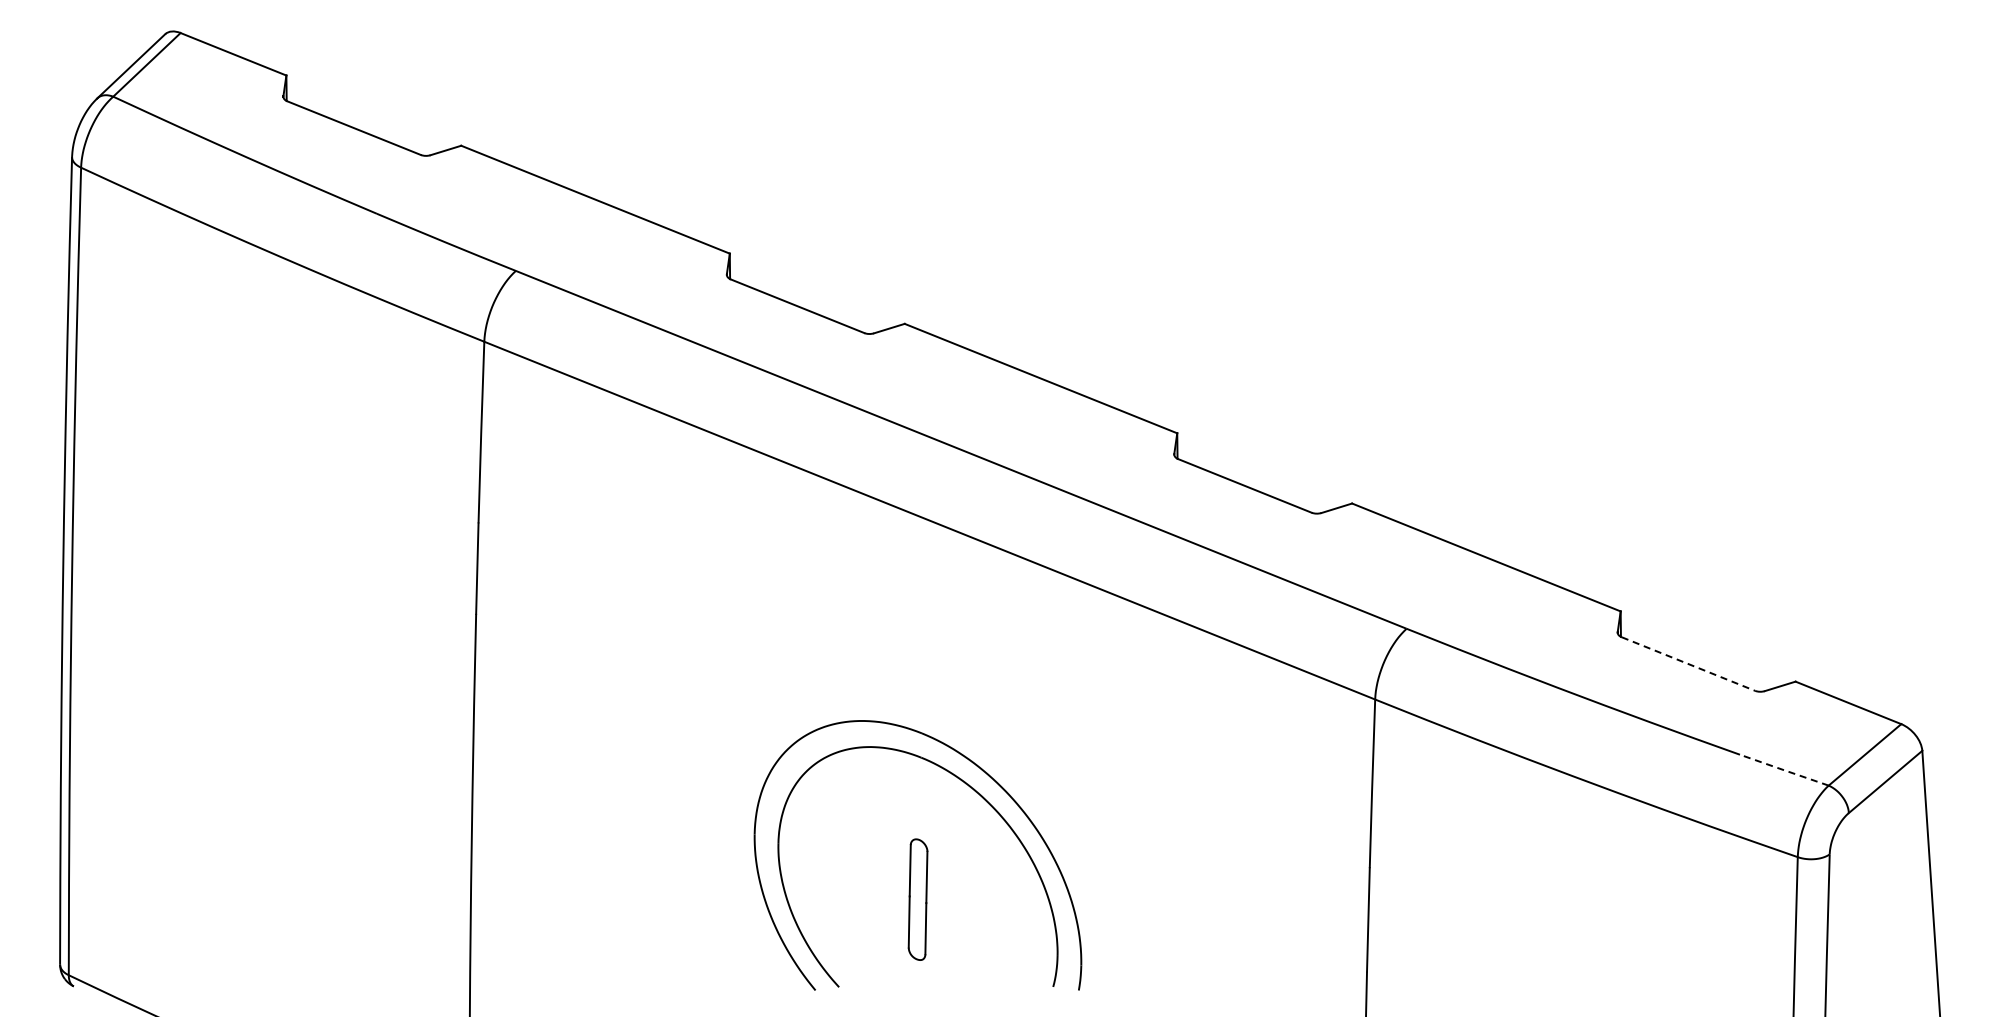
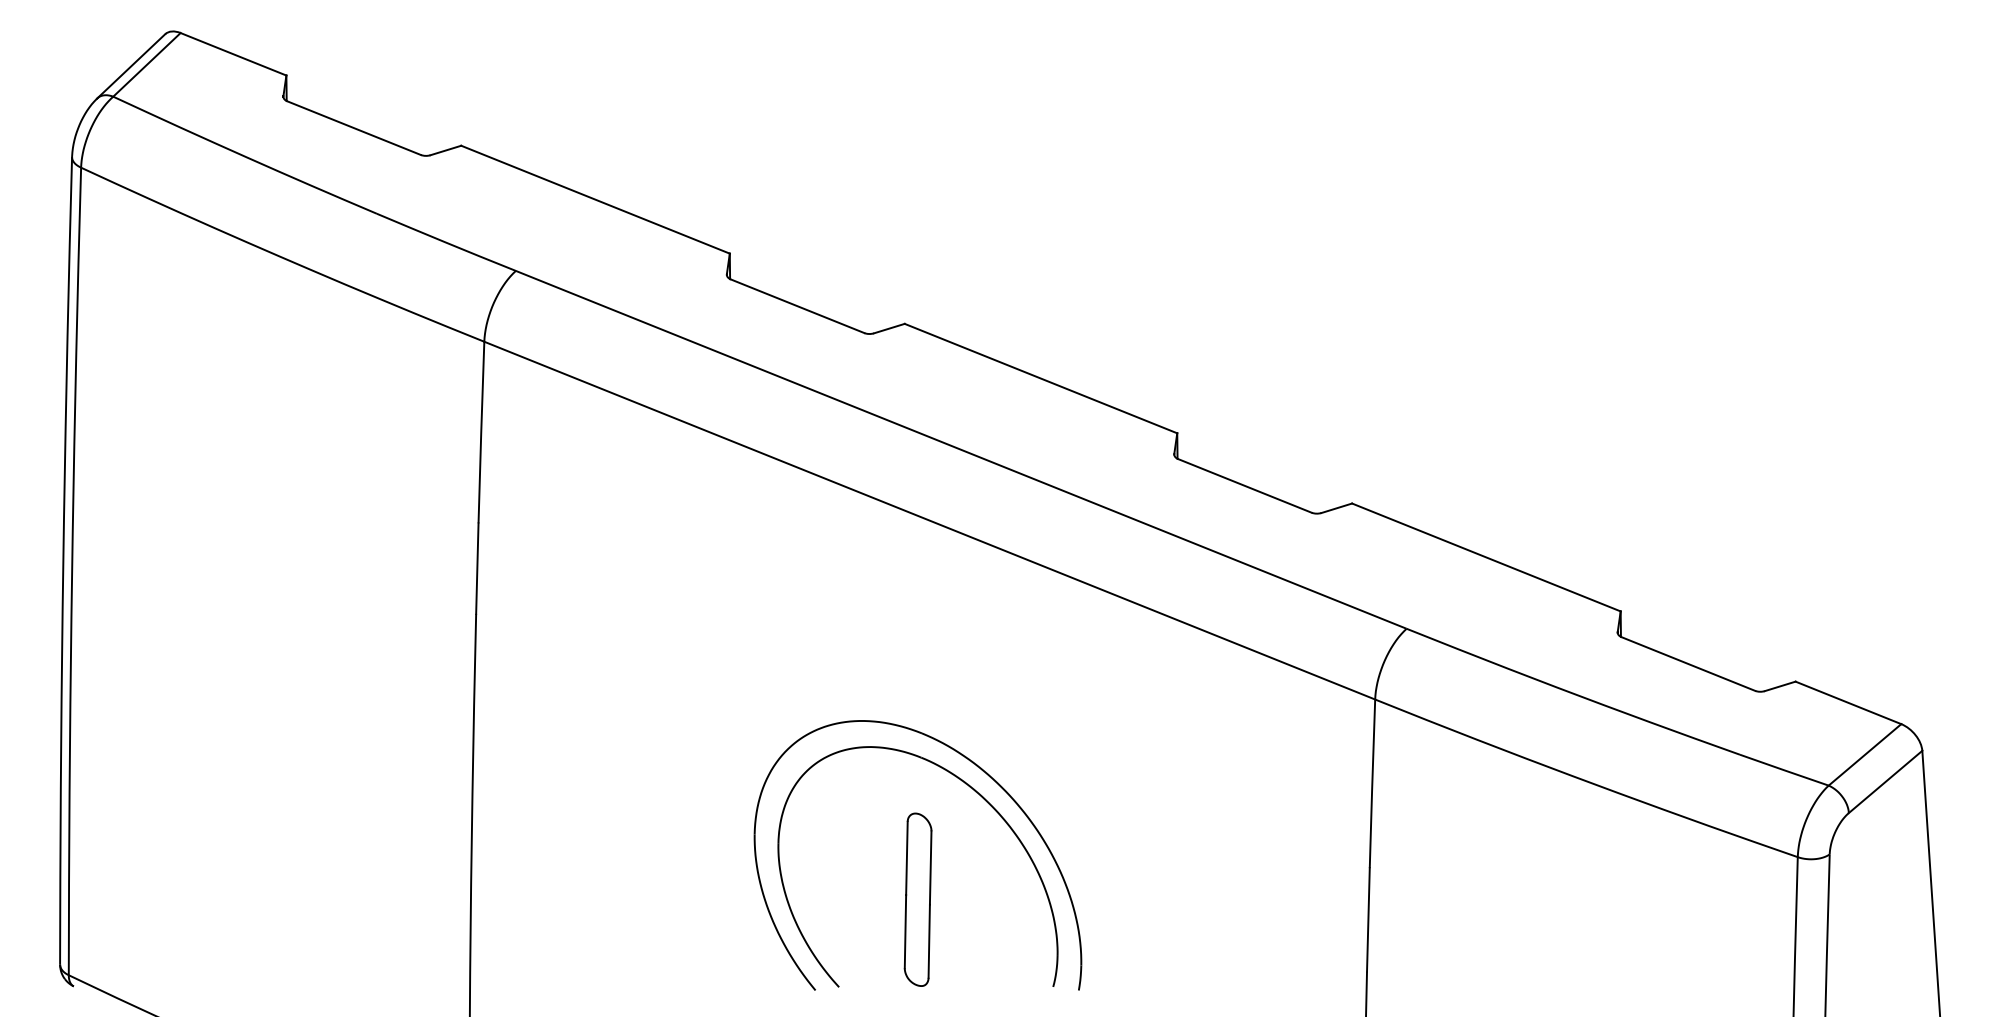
line at (1688, 664): dashed -> solid
line at (1784, 770): dashed -> solid
part at (917, 899) size: 22x123 px -> 30x175 px
